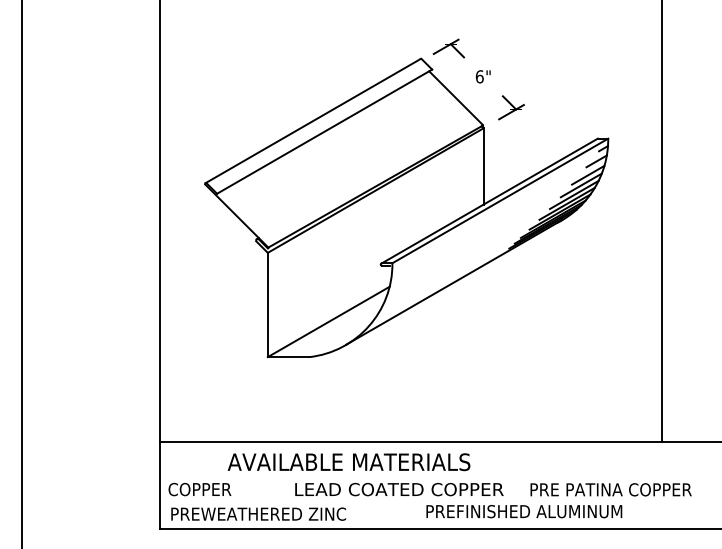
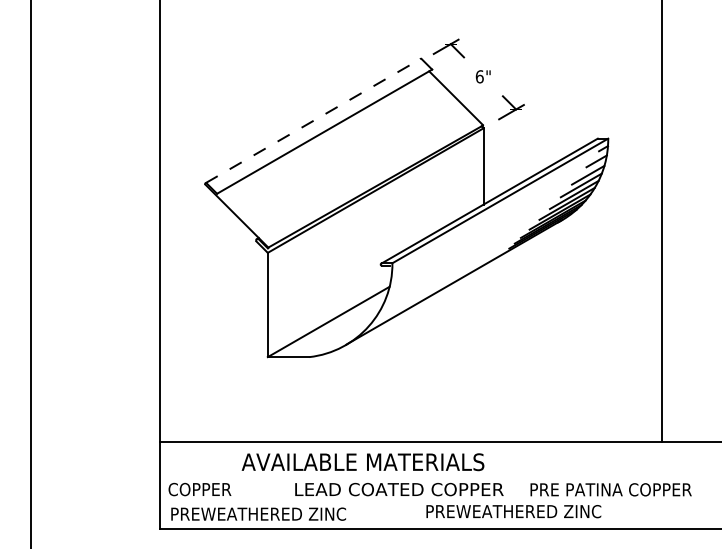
line at (312, 121): solid -> dashed
line at (21, 273) position: (21, 273) -> (30, 273)
text at (348, 462) position: (348, 462) -> (362, 462)
text at (539, 511): PREFINISHED ALUMINUM -> PREWEATHERED ZINC
